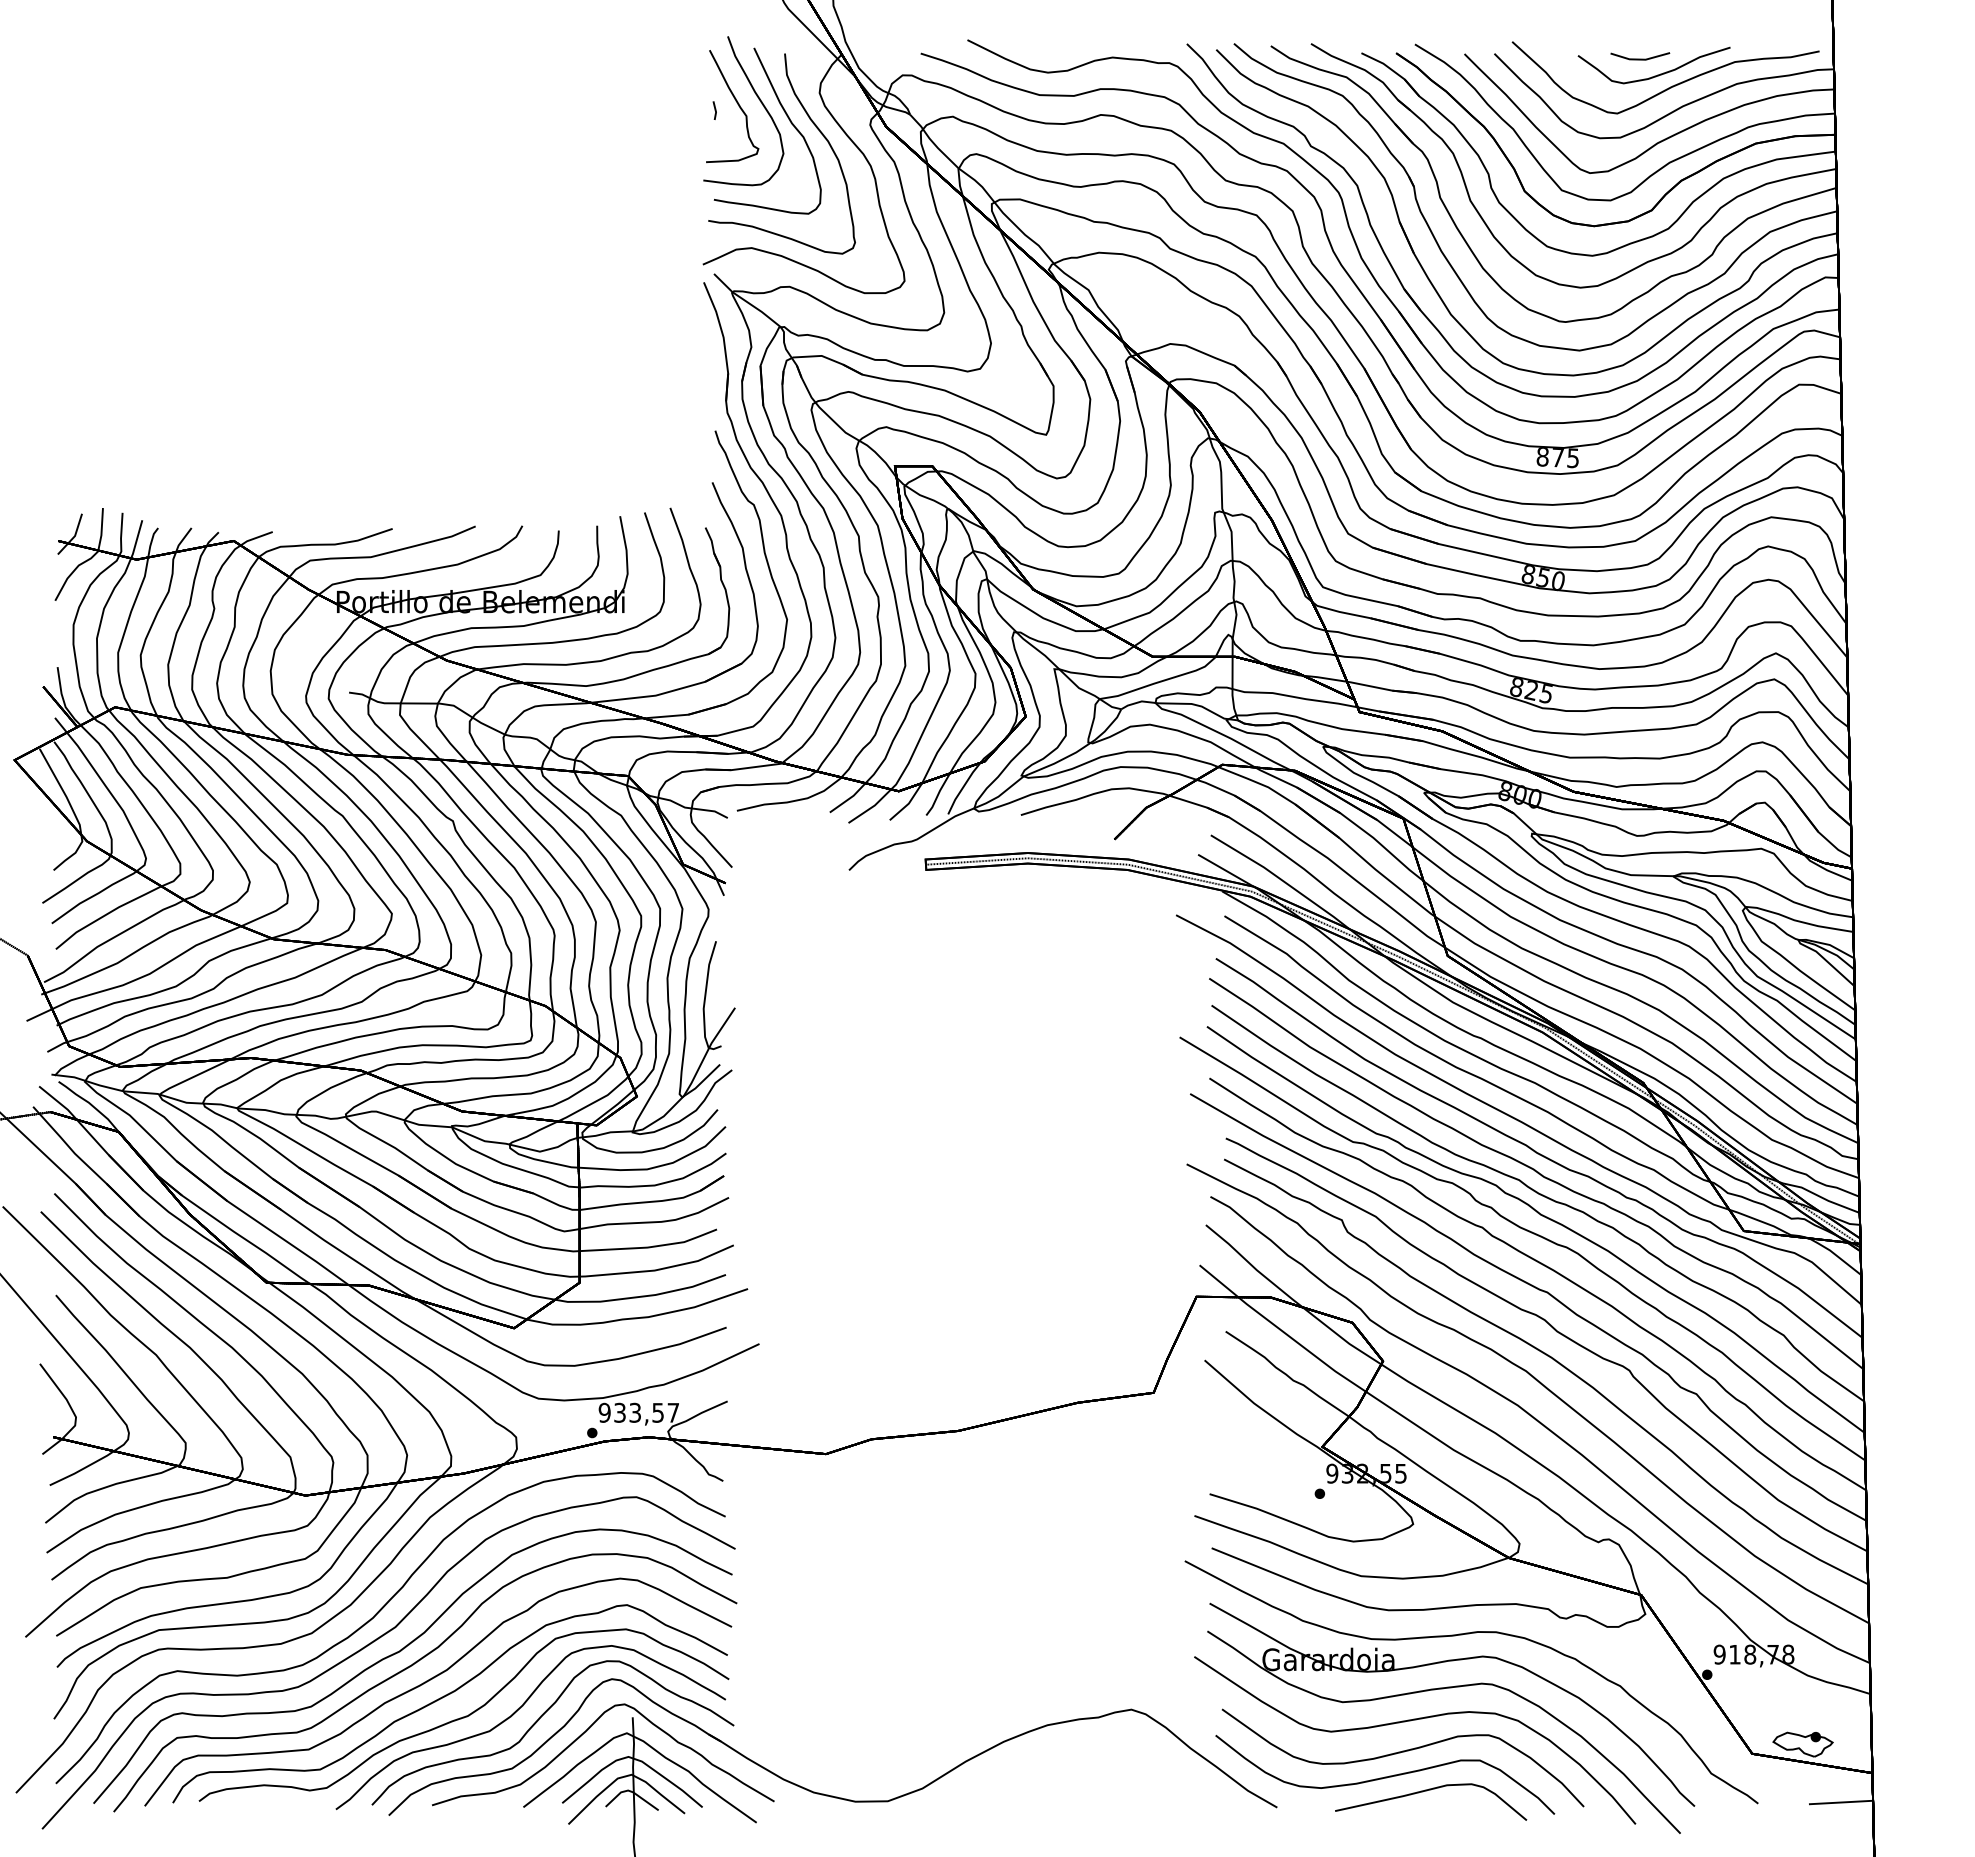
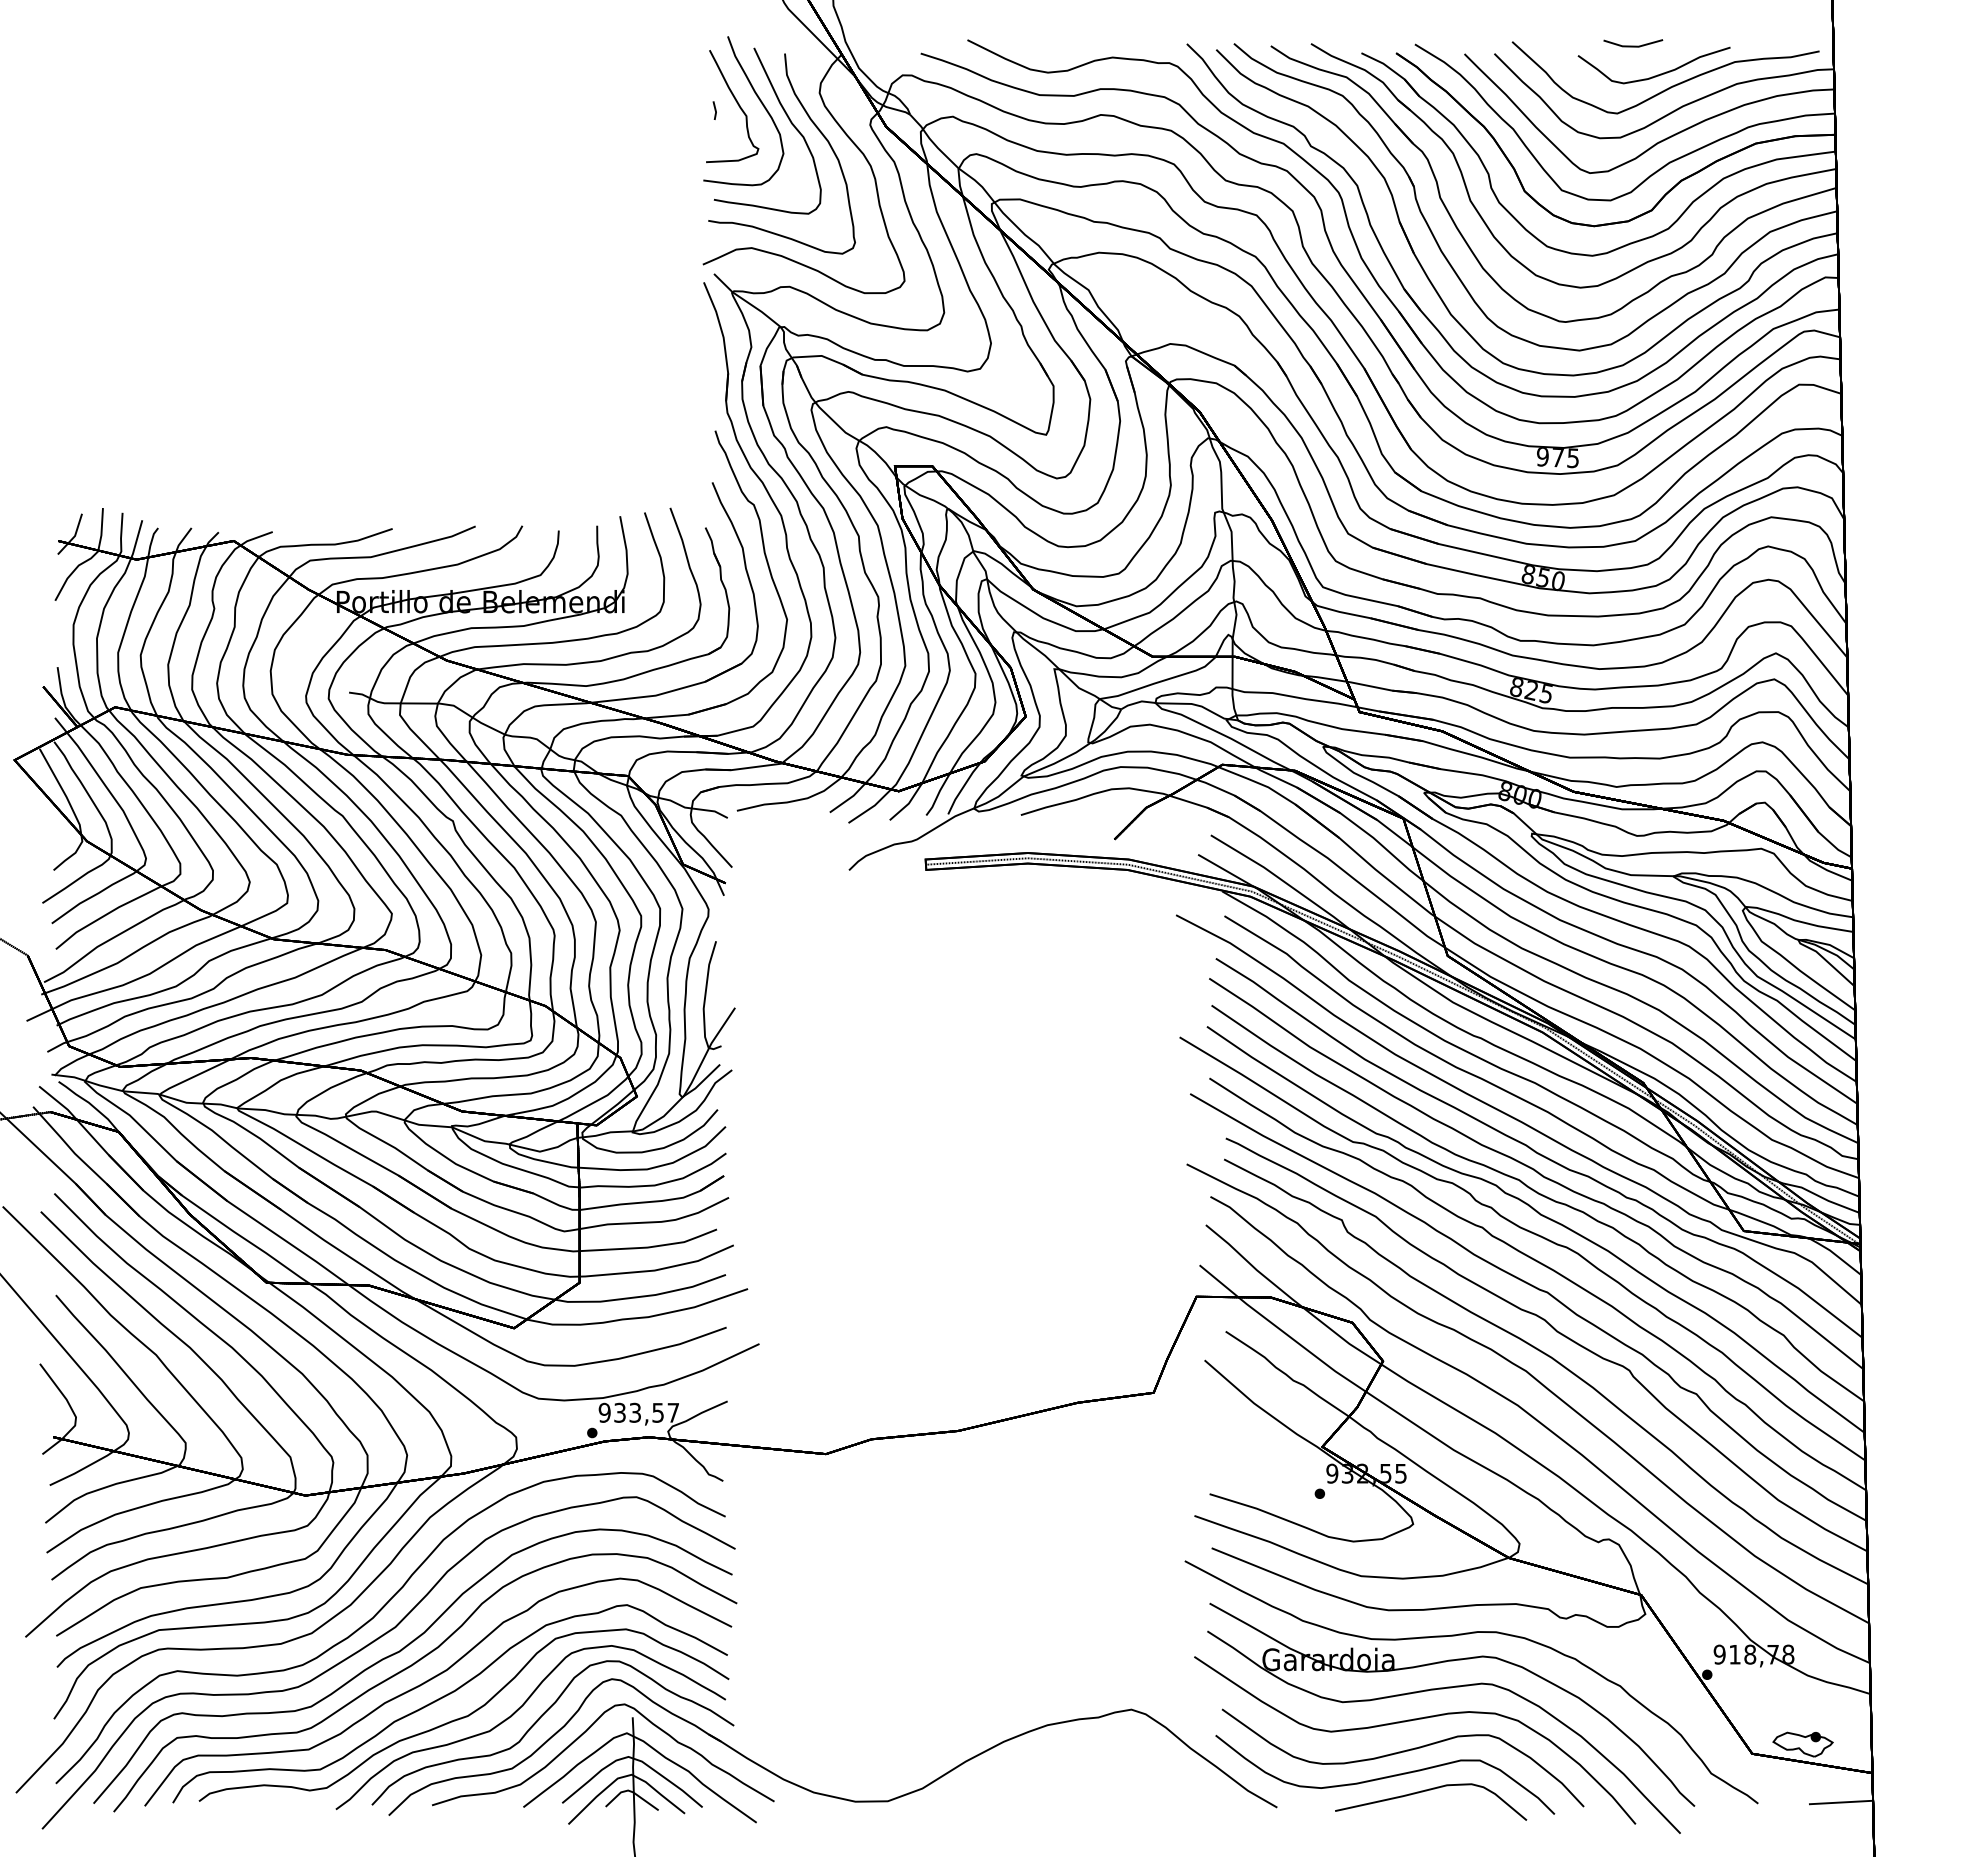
part at (1640, 56) position: (1640, 56) -> (1633, 43)
text at (1542, 457): 875 -> 975
